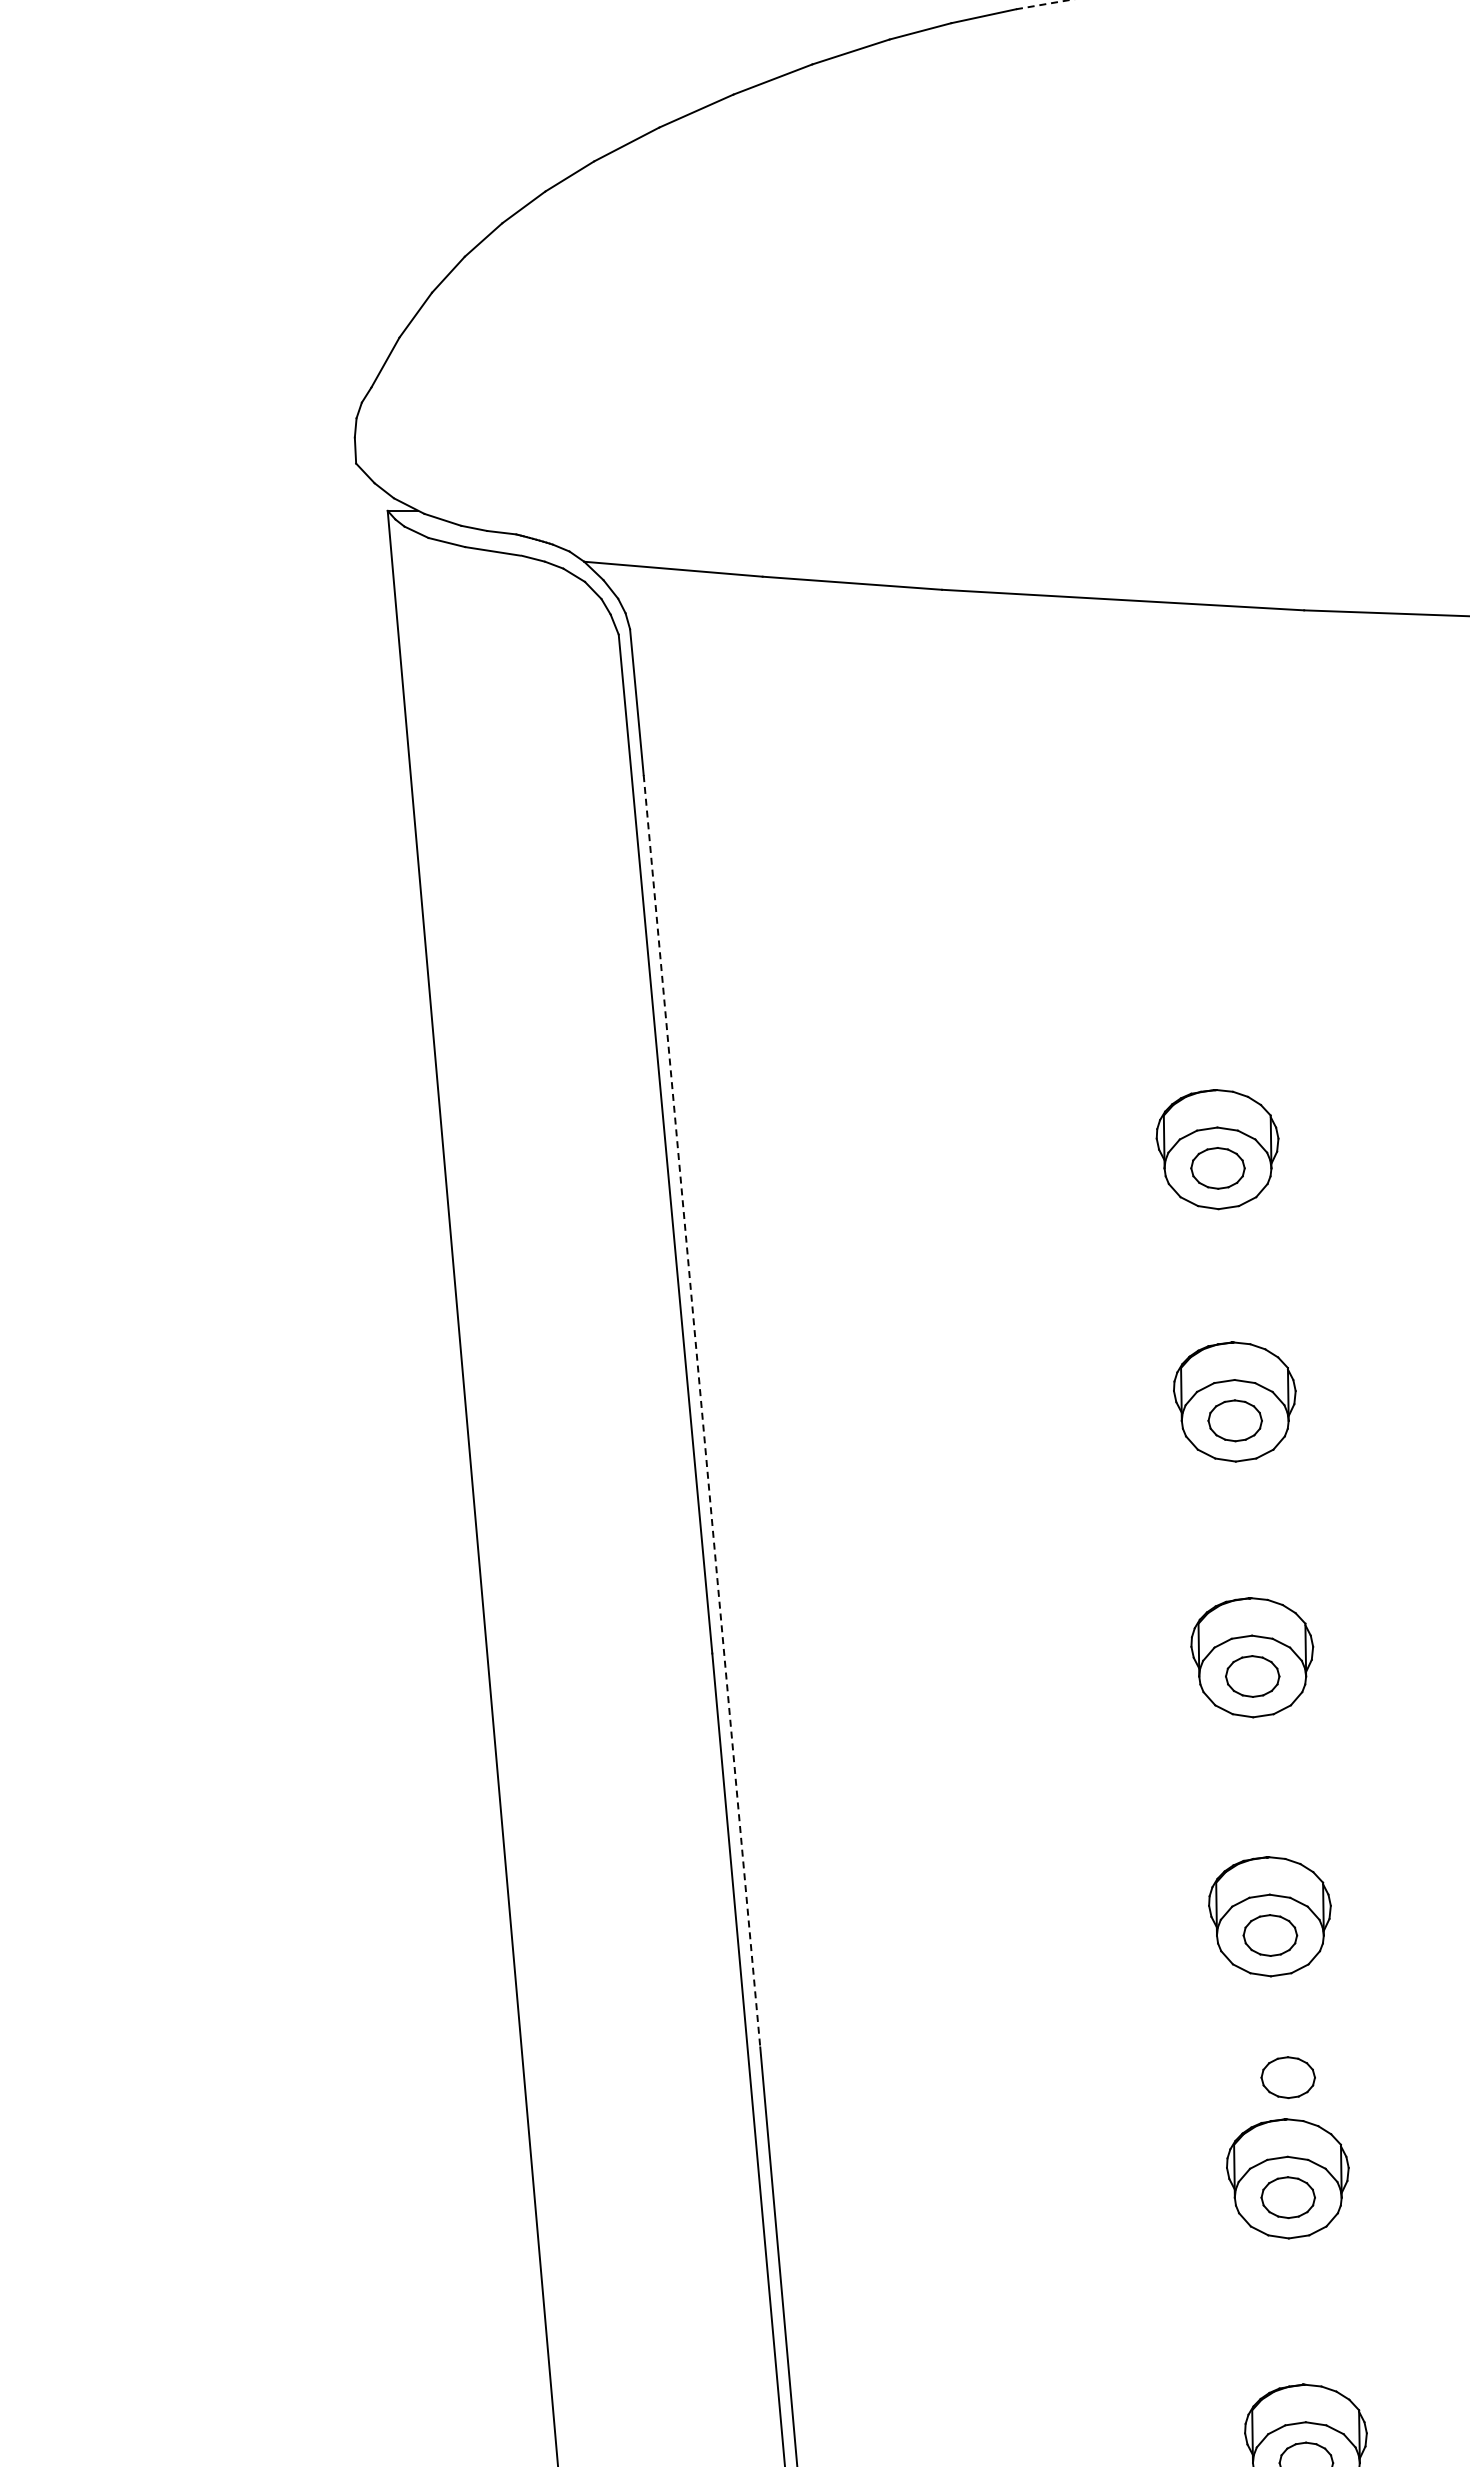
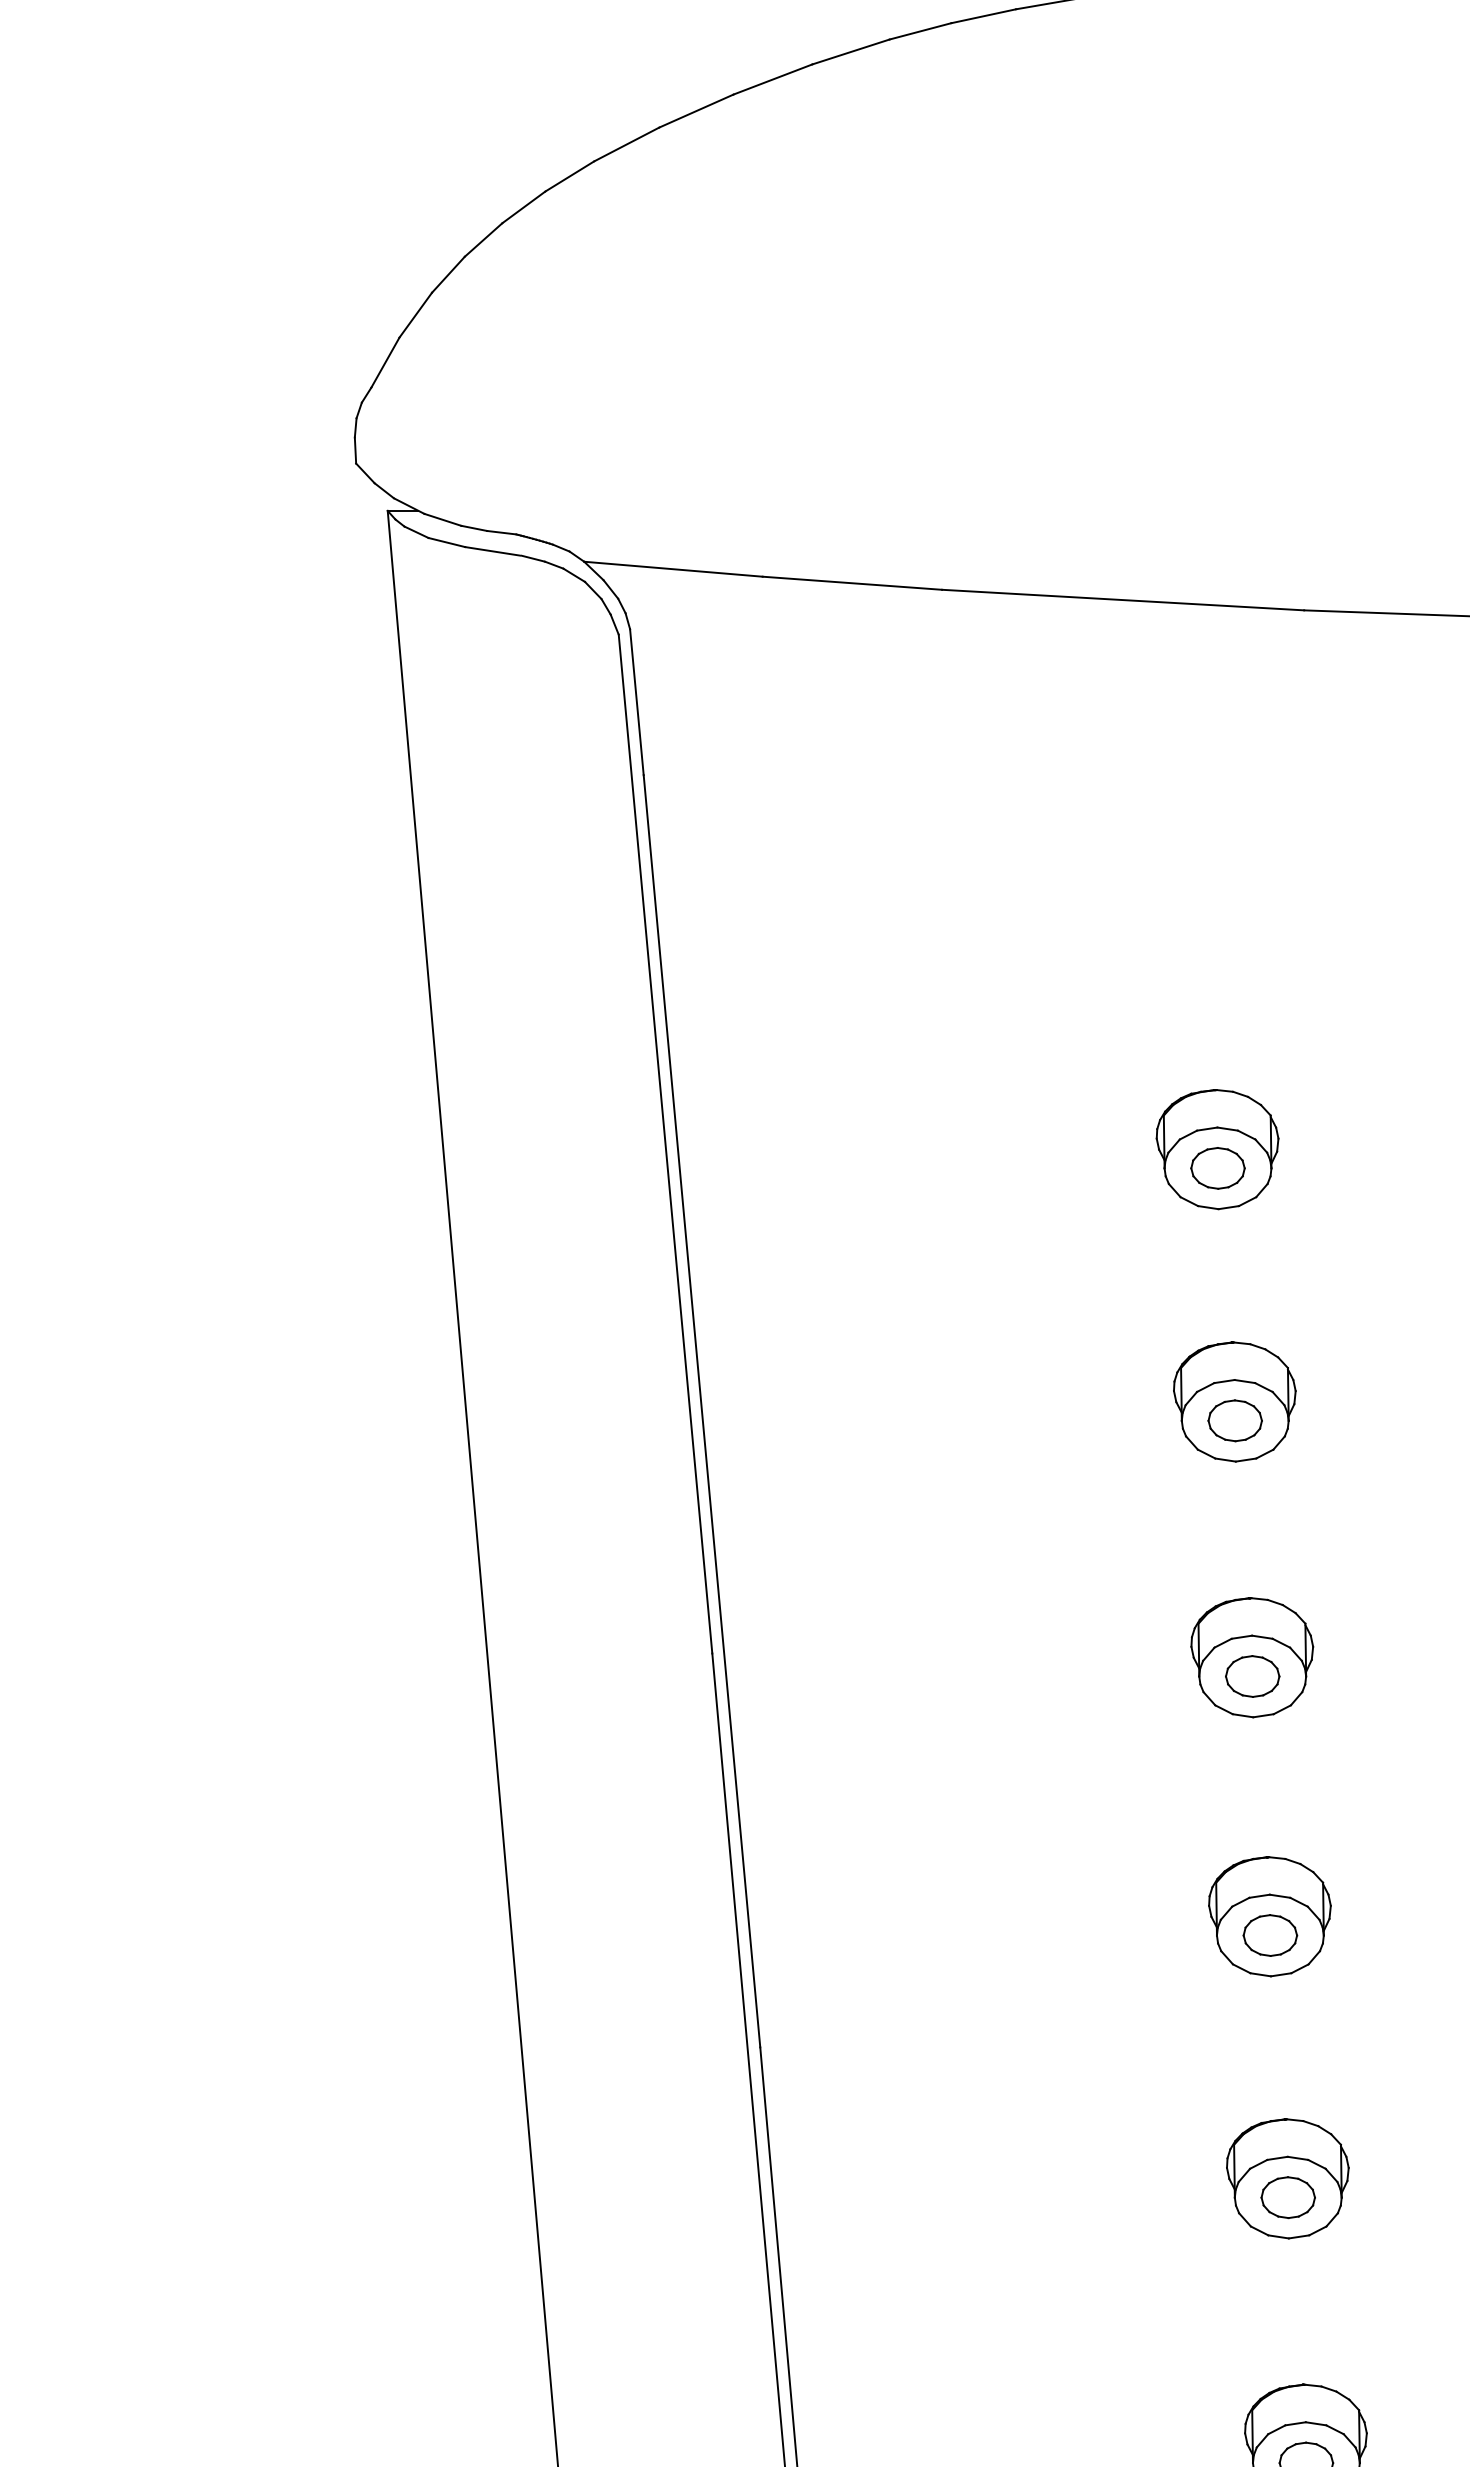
line at (1043, 4): dashed -> solid
line at (701, 1411): dashed -> solid
part at (1287, 2077): present -> none
